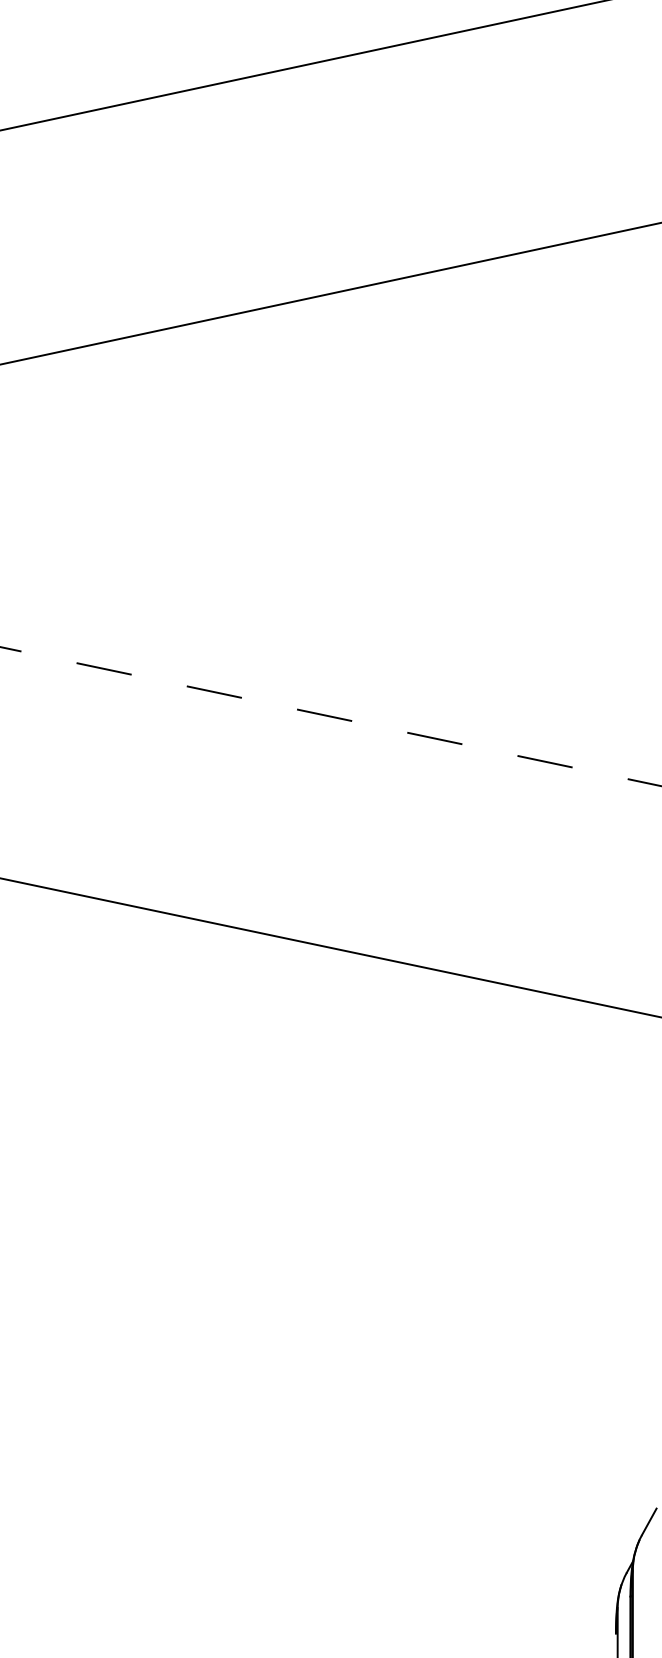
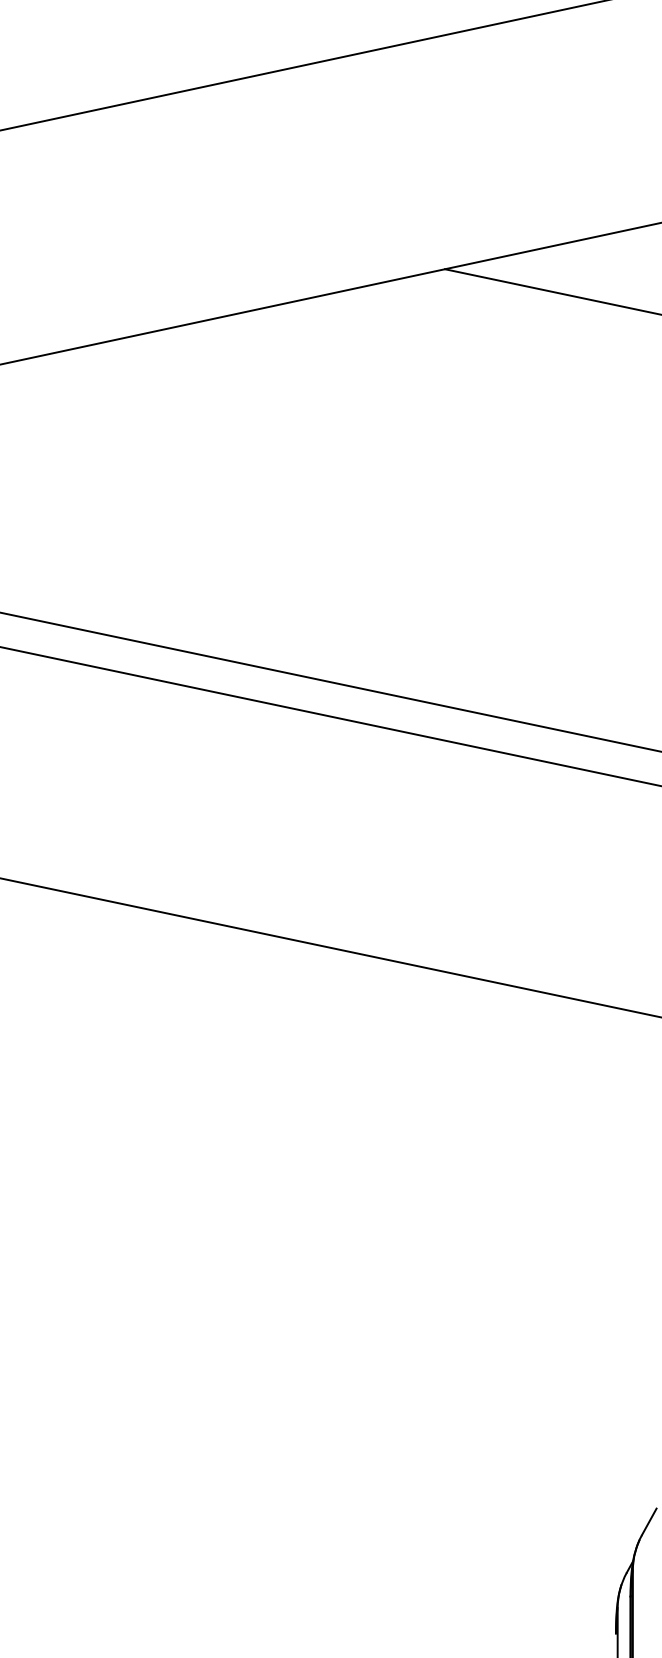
line at (551, 291): none -> present
line at (330, 682): none -> present
line at (331, 716): dashed -> solid
